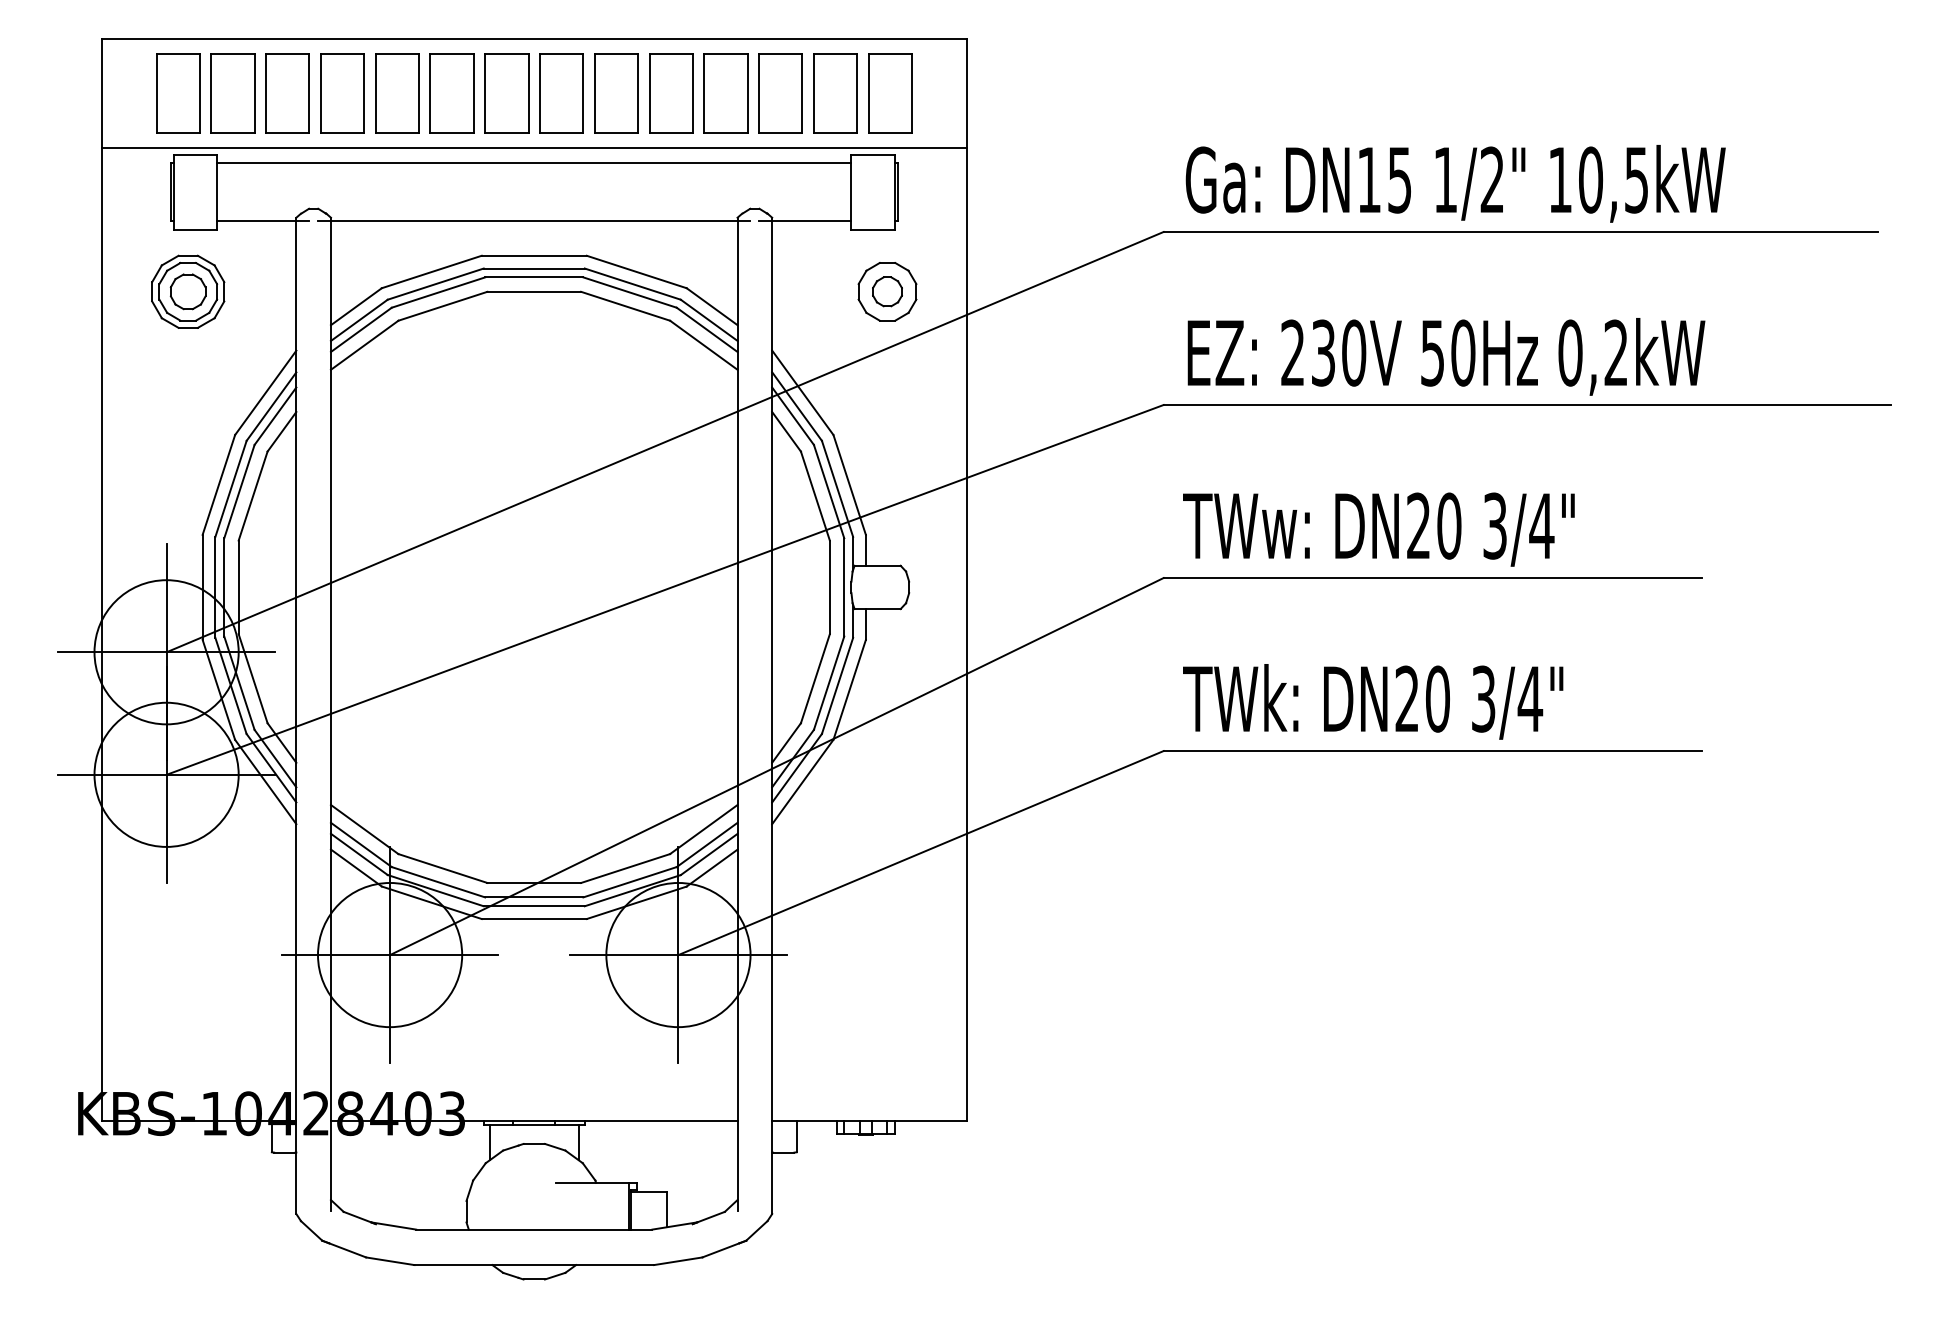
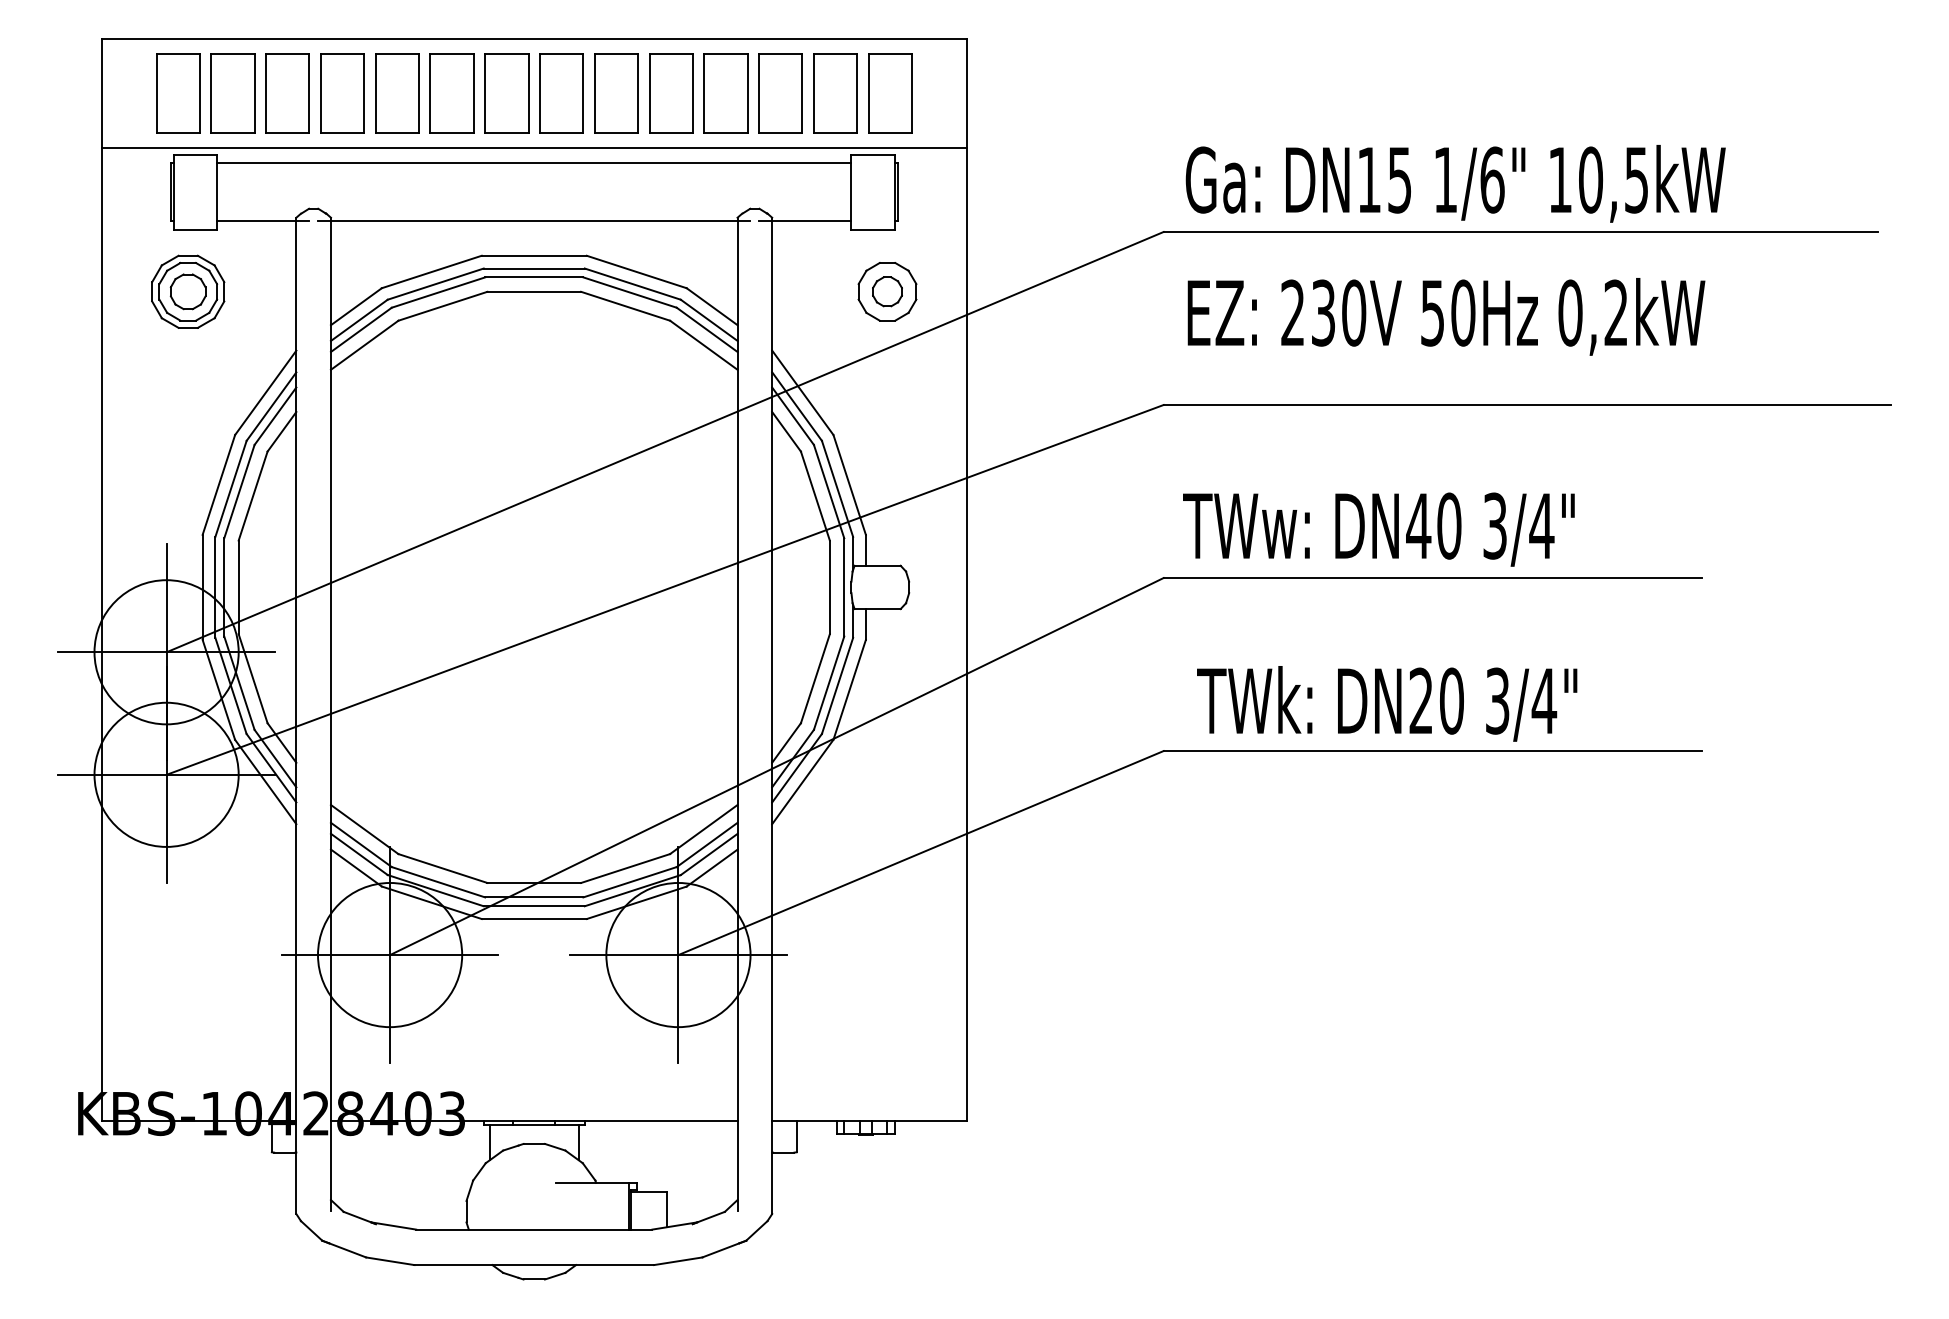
text at (1492, 179): 1/2" -> 1/6"
text at (1446, 356) position: (1446, 356) -> (1446, 316)
text at (1418, 525): DN20 -> DN40
text at (1373, 701) position: (1373, 701) -> (1387, 703)
